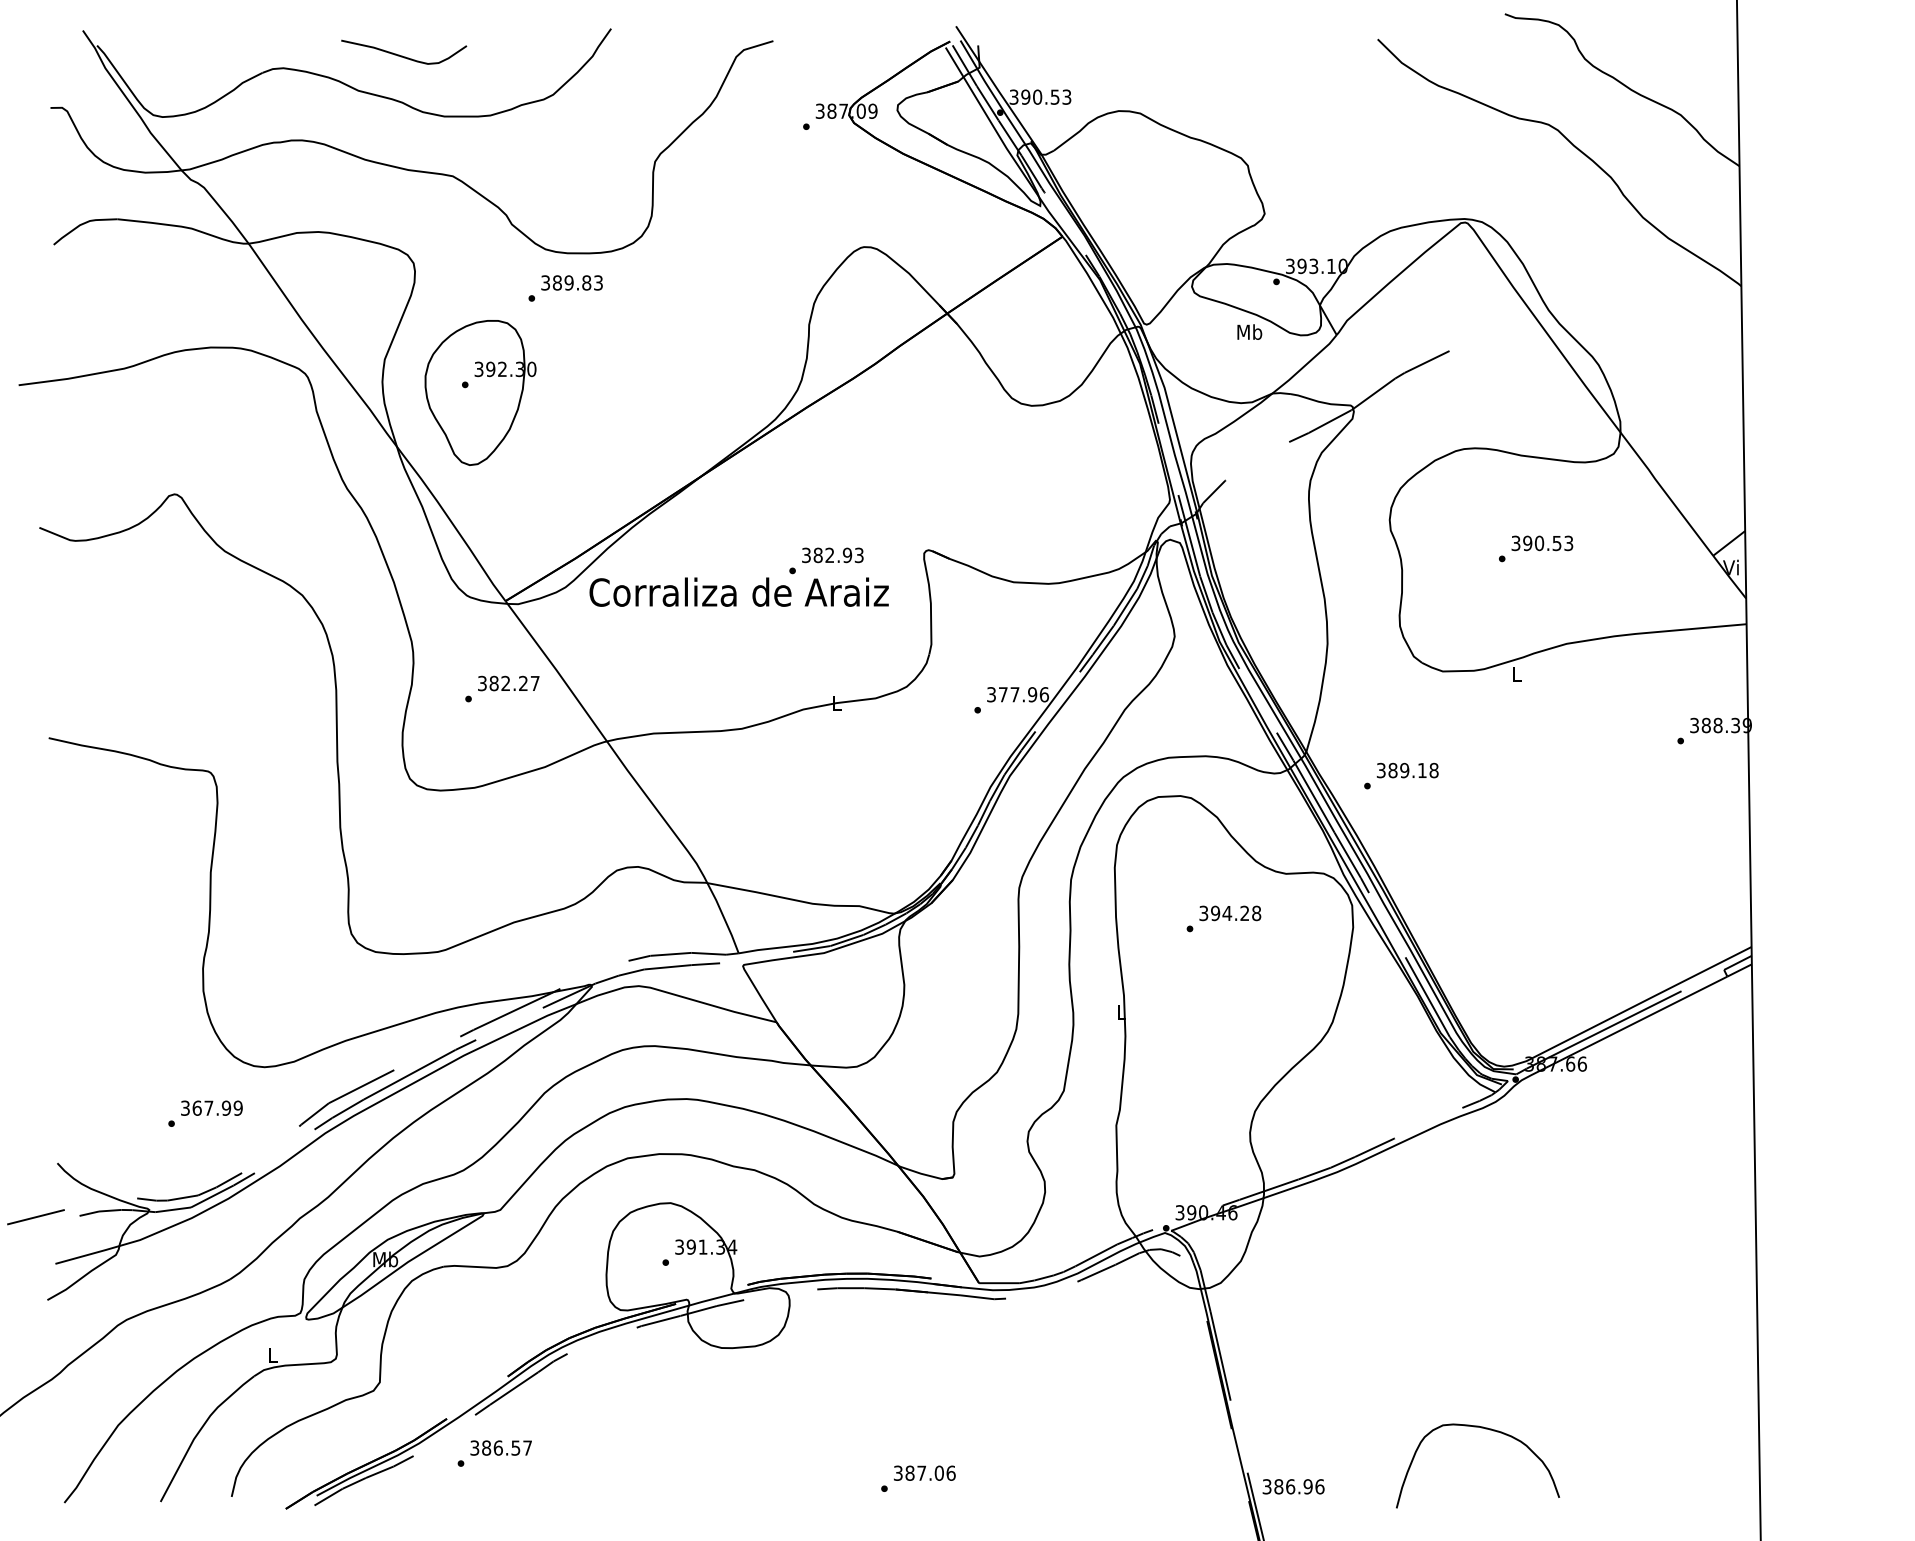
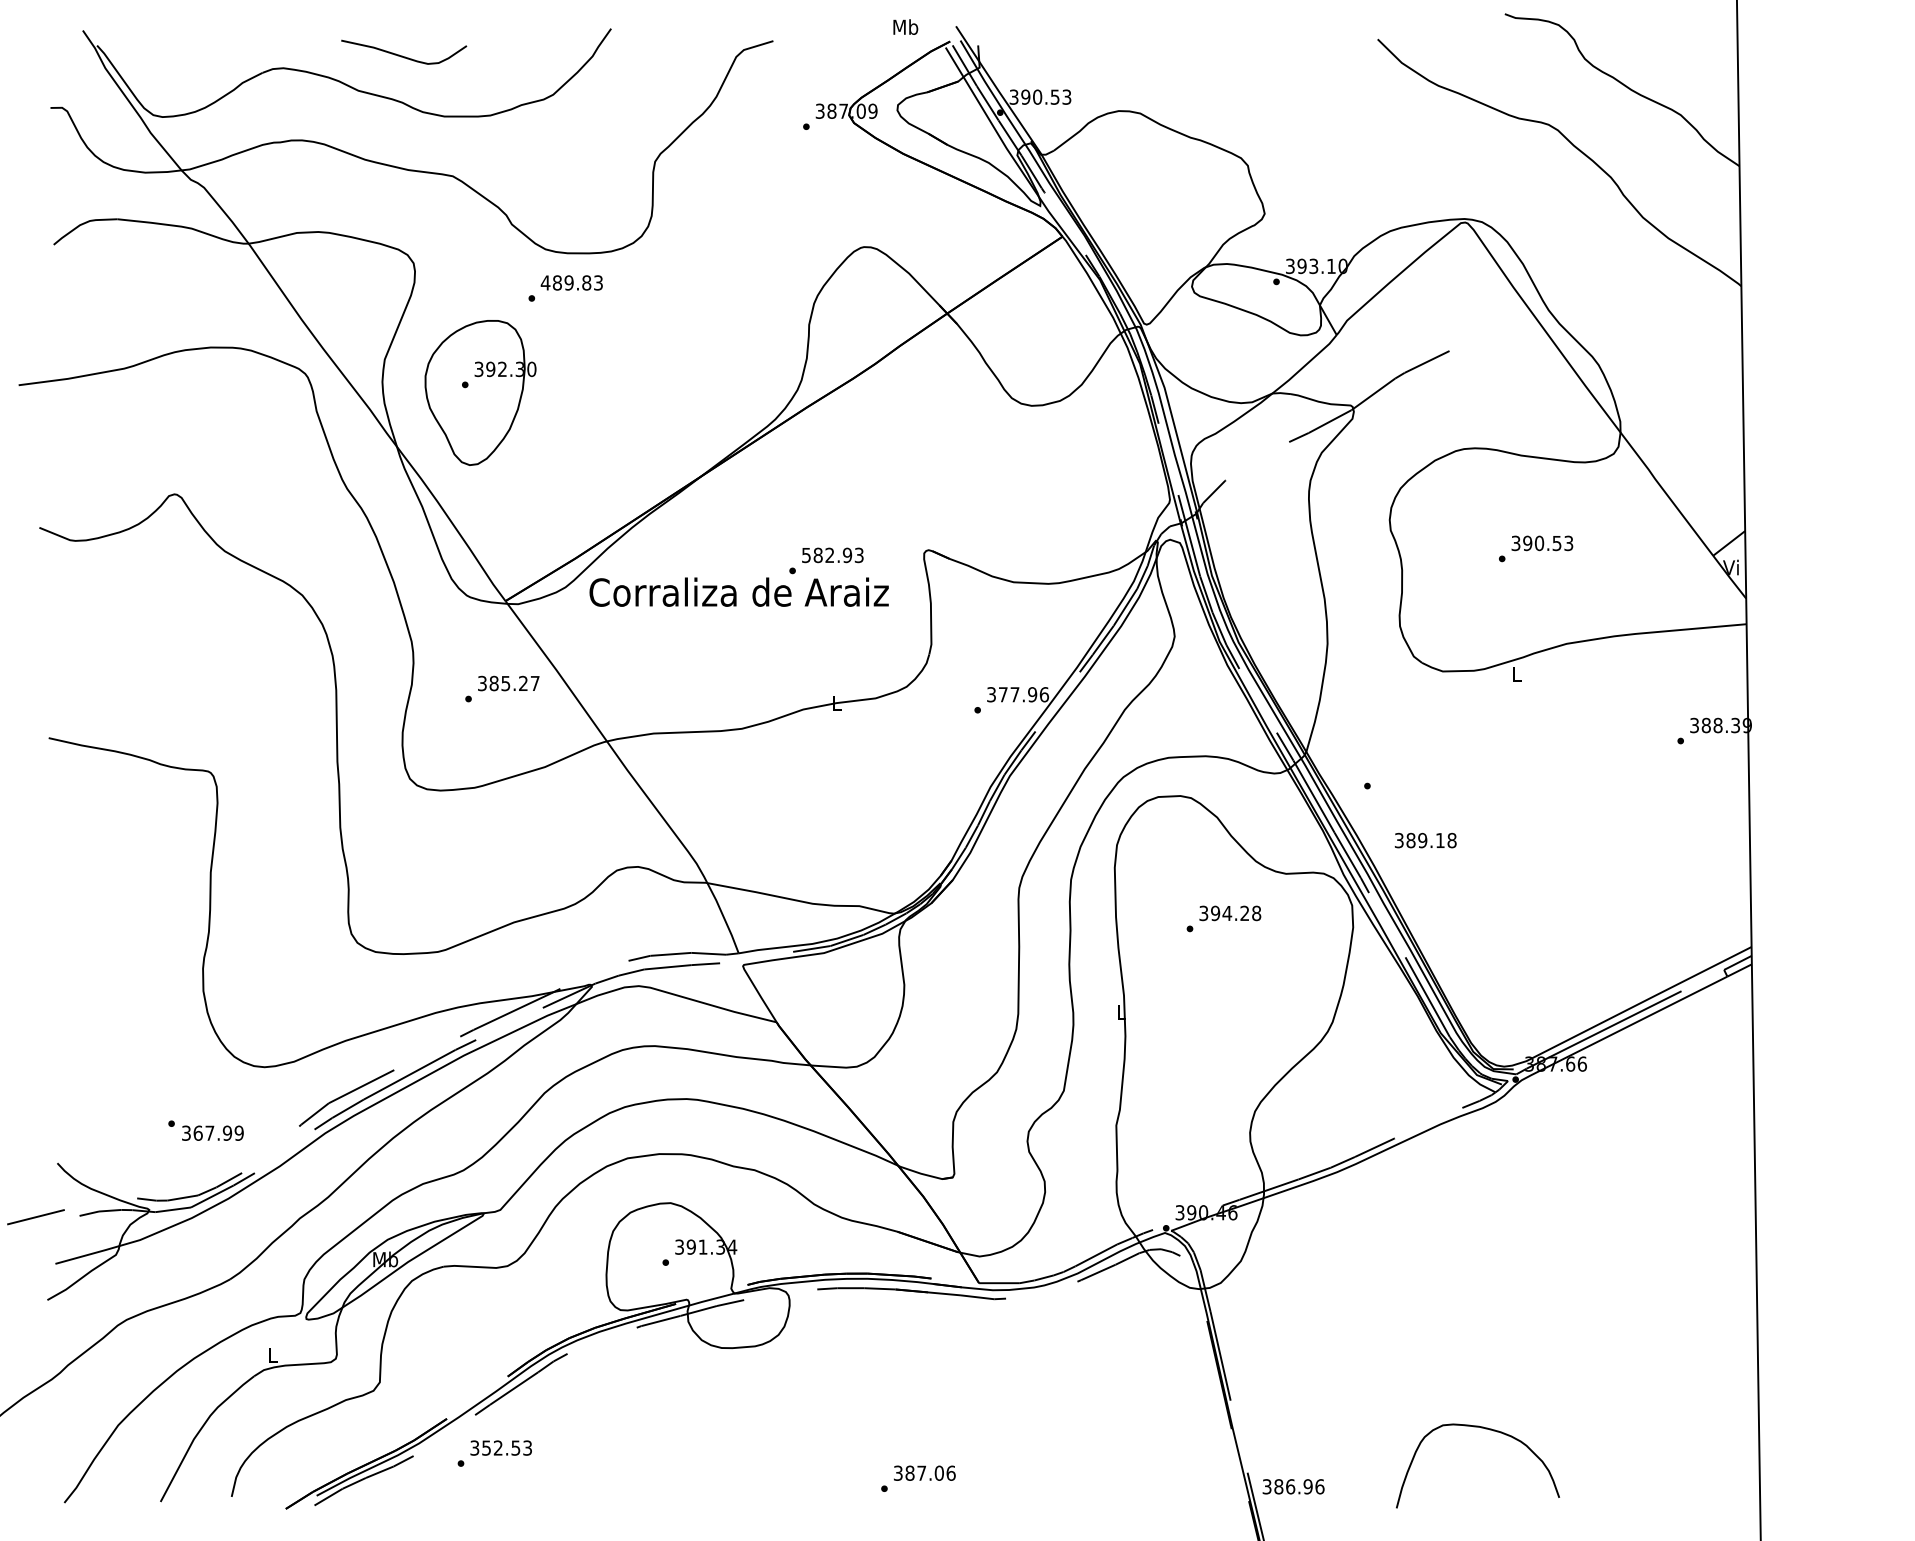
text at (545, 282): 389.83 -> 489.83
text at (1249, 331) position: (1249, 331) -> (905, 26)
text at (806, 554): 382.93 -> 582.93
text at (505, 683): 382.27 -> 385.27
text at (1407, 770) position: (1407, 770) -> (1425, 840)
text at (211, 1107) position: (211, 1107) -> (212, 1132)
text at (506, 1447): 386.57 -> 352.53
